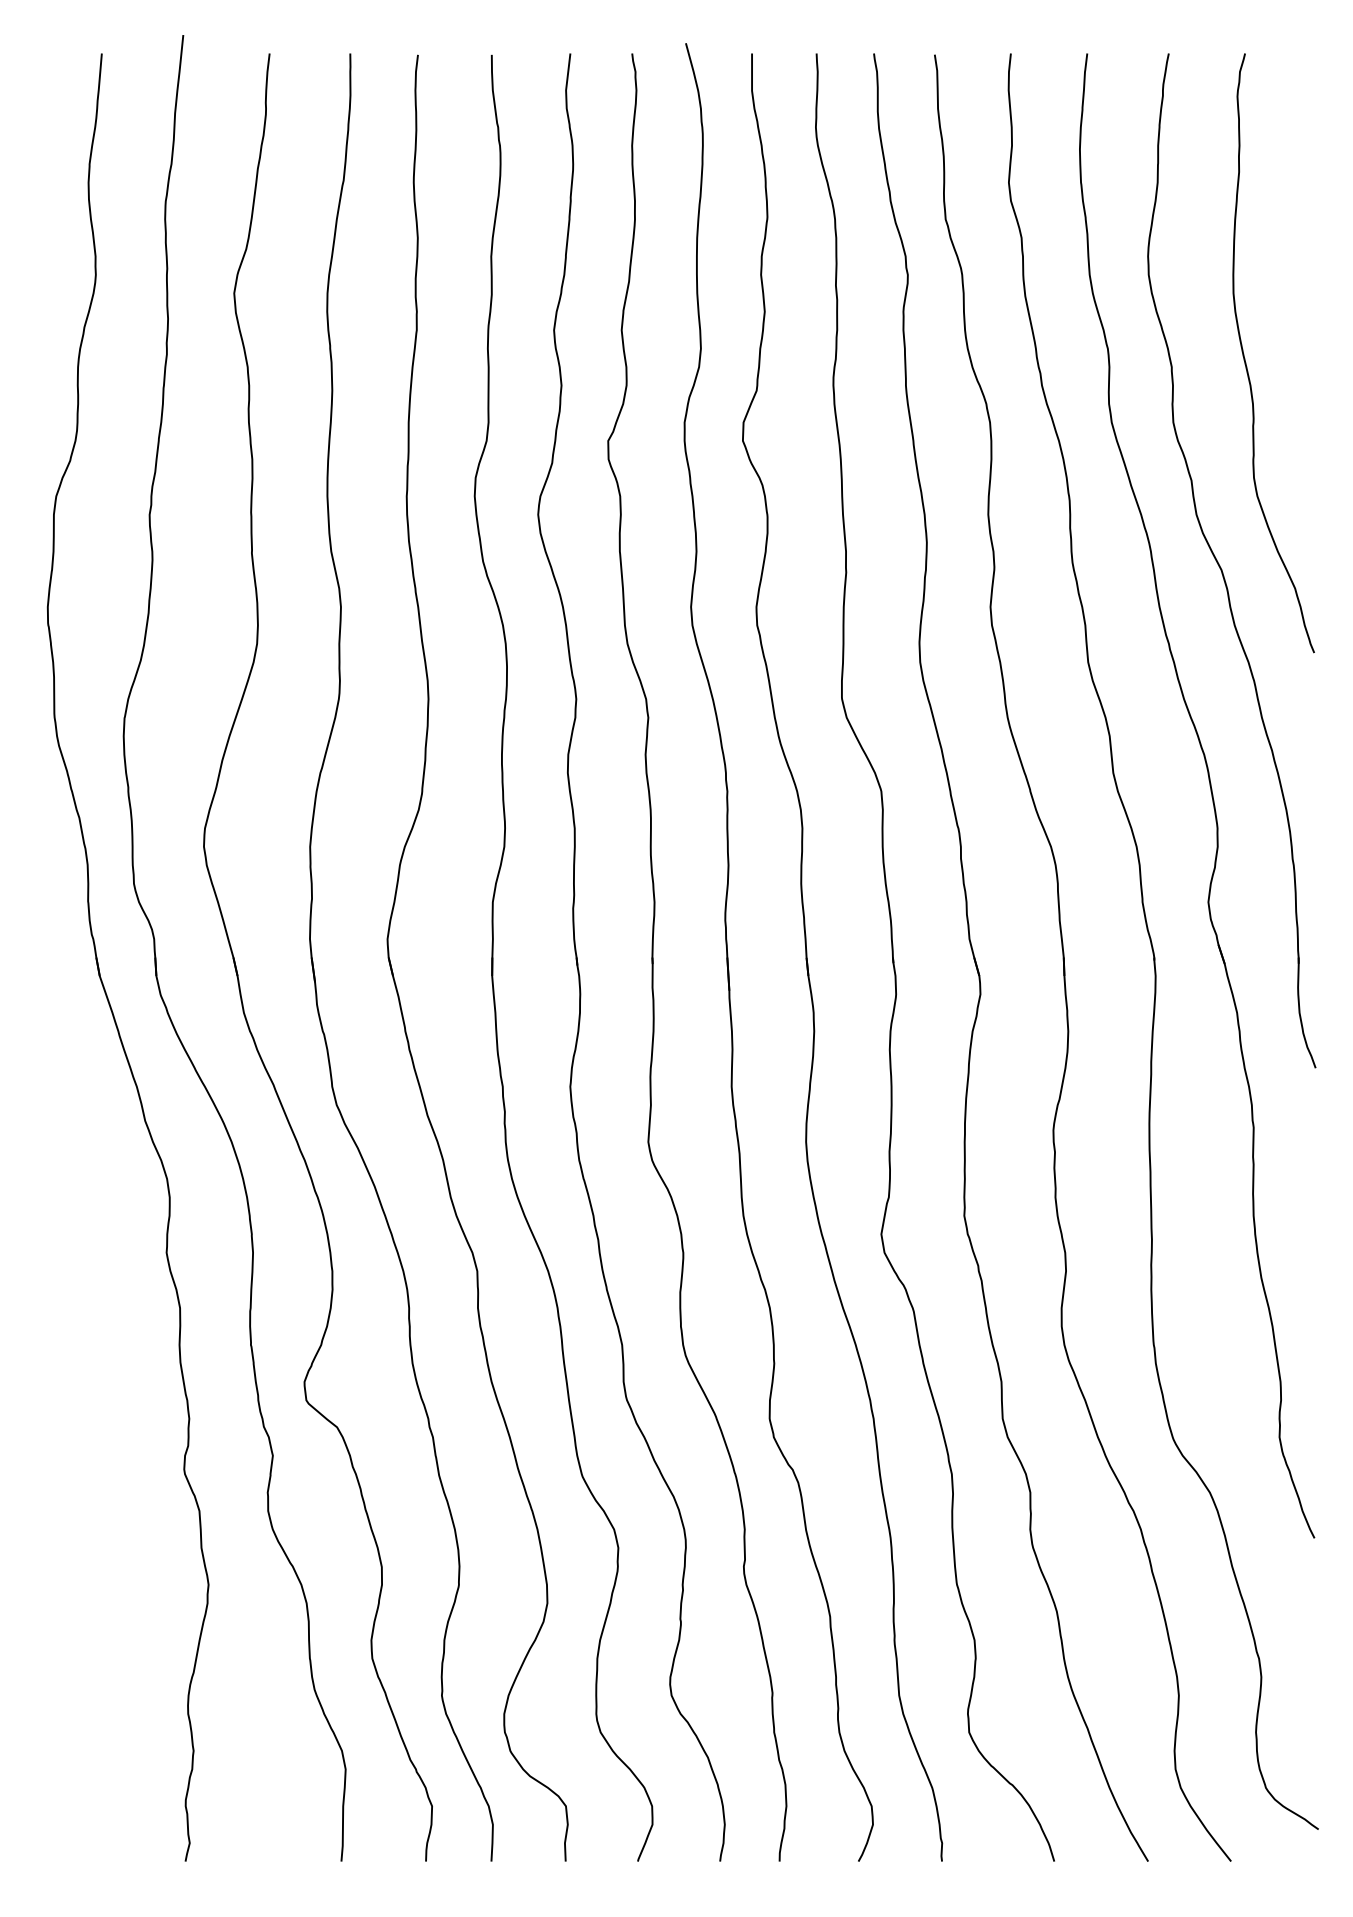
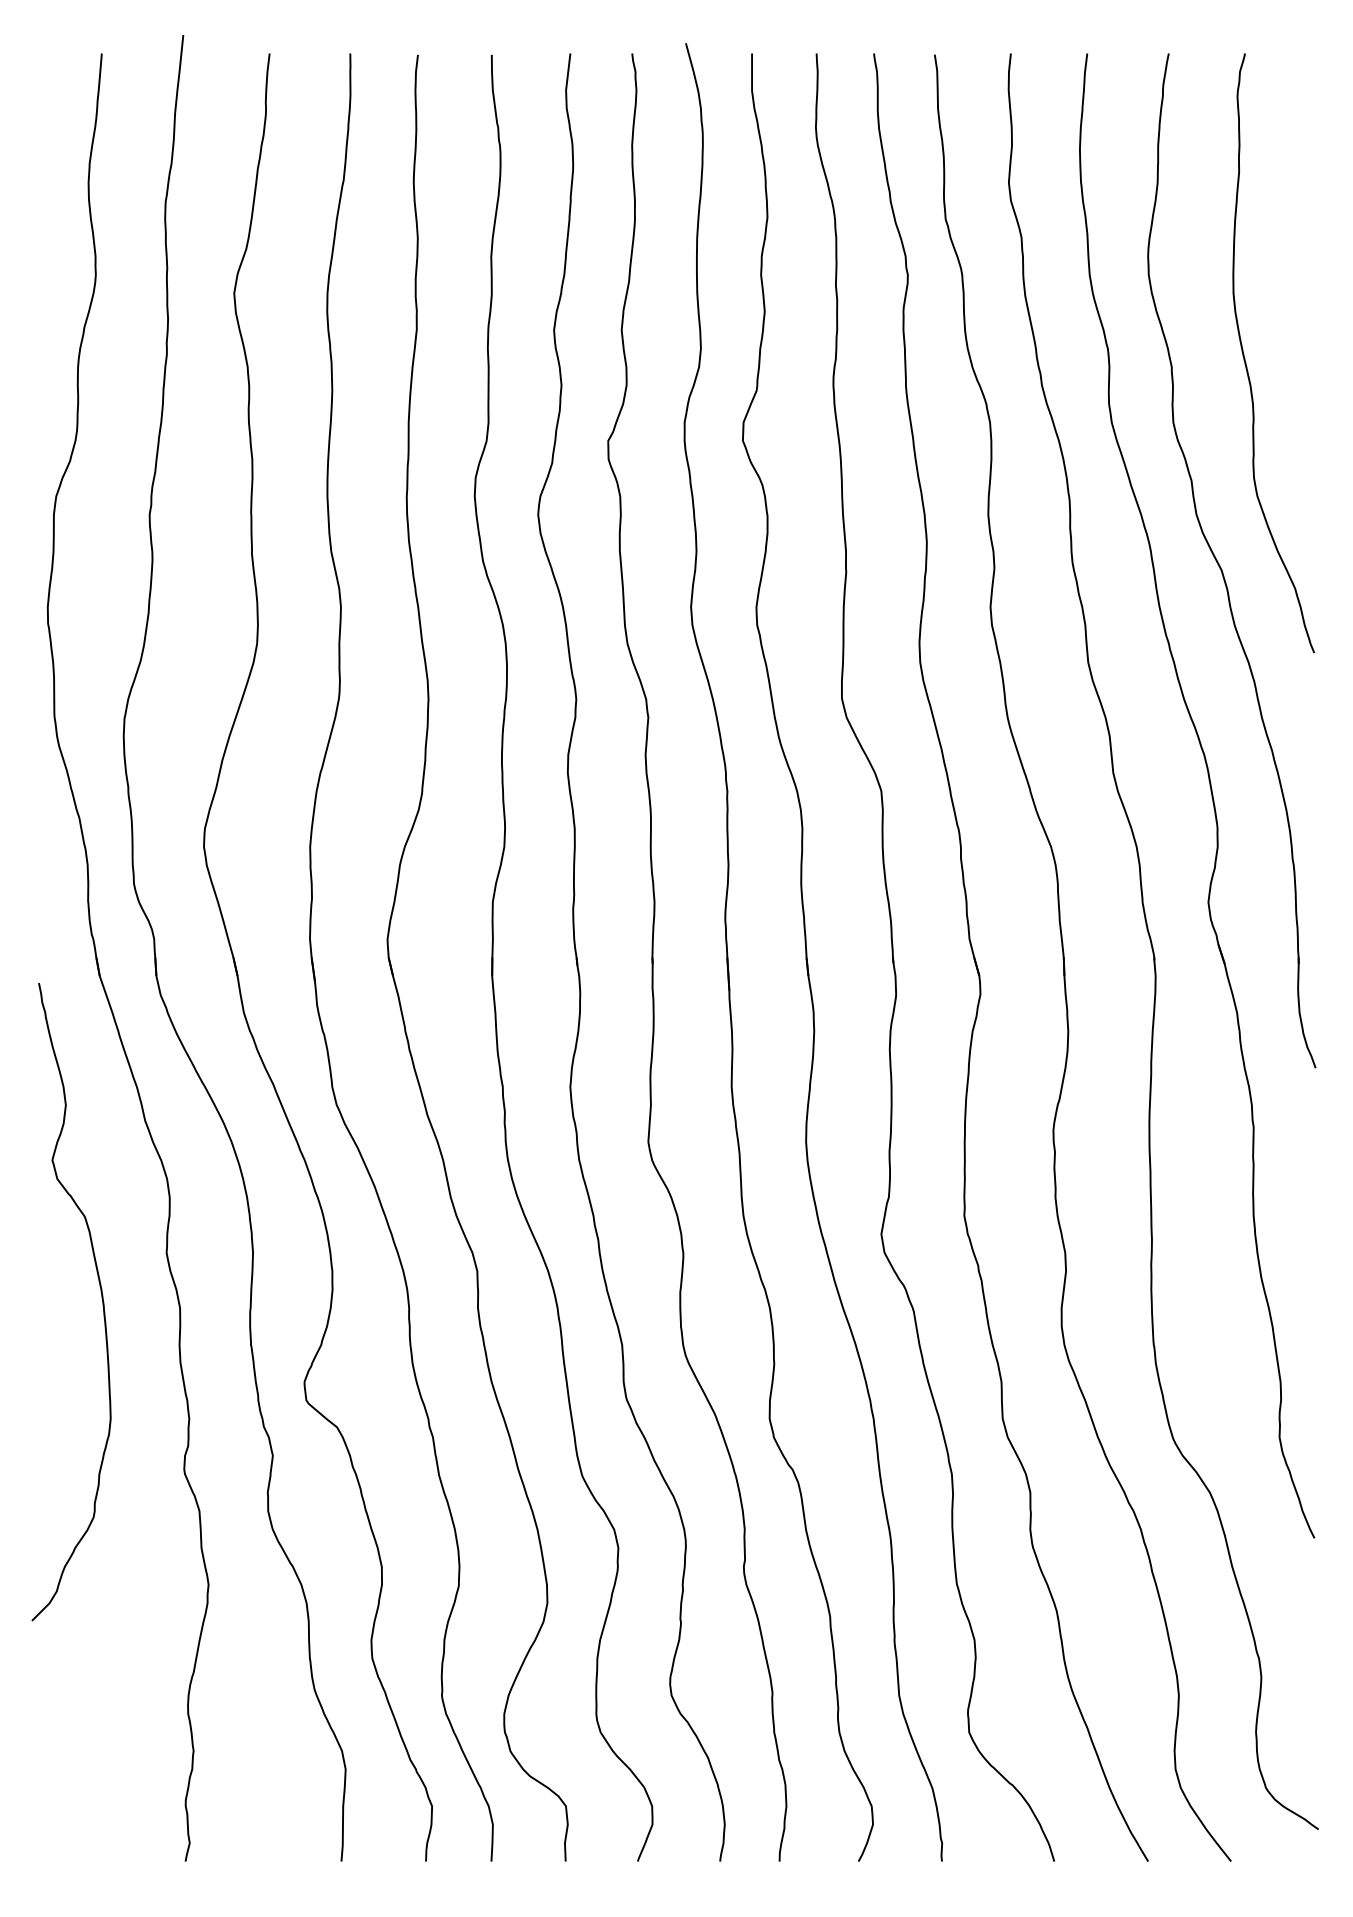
curve at (101, 1299): none -> present
